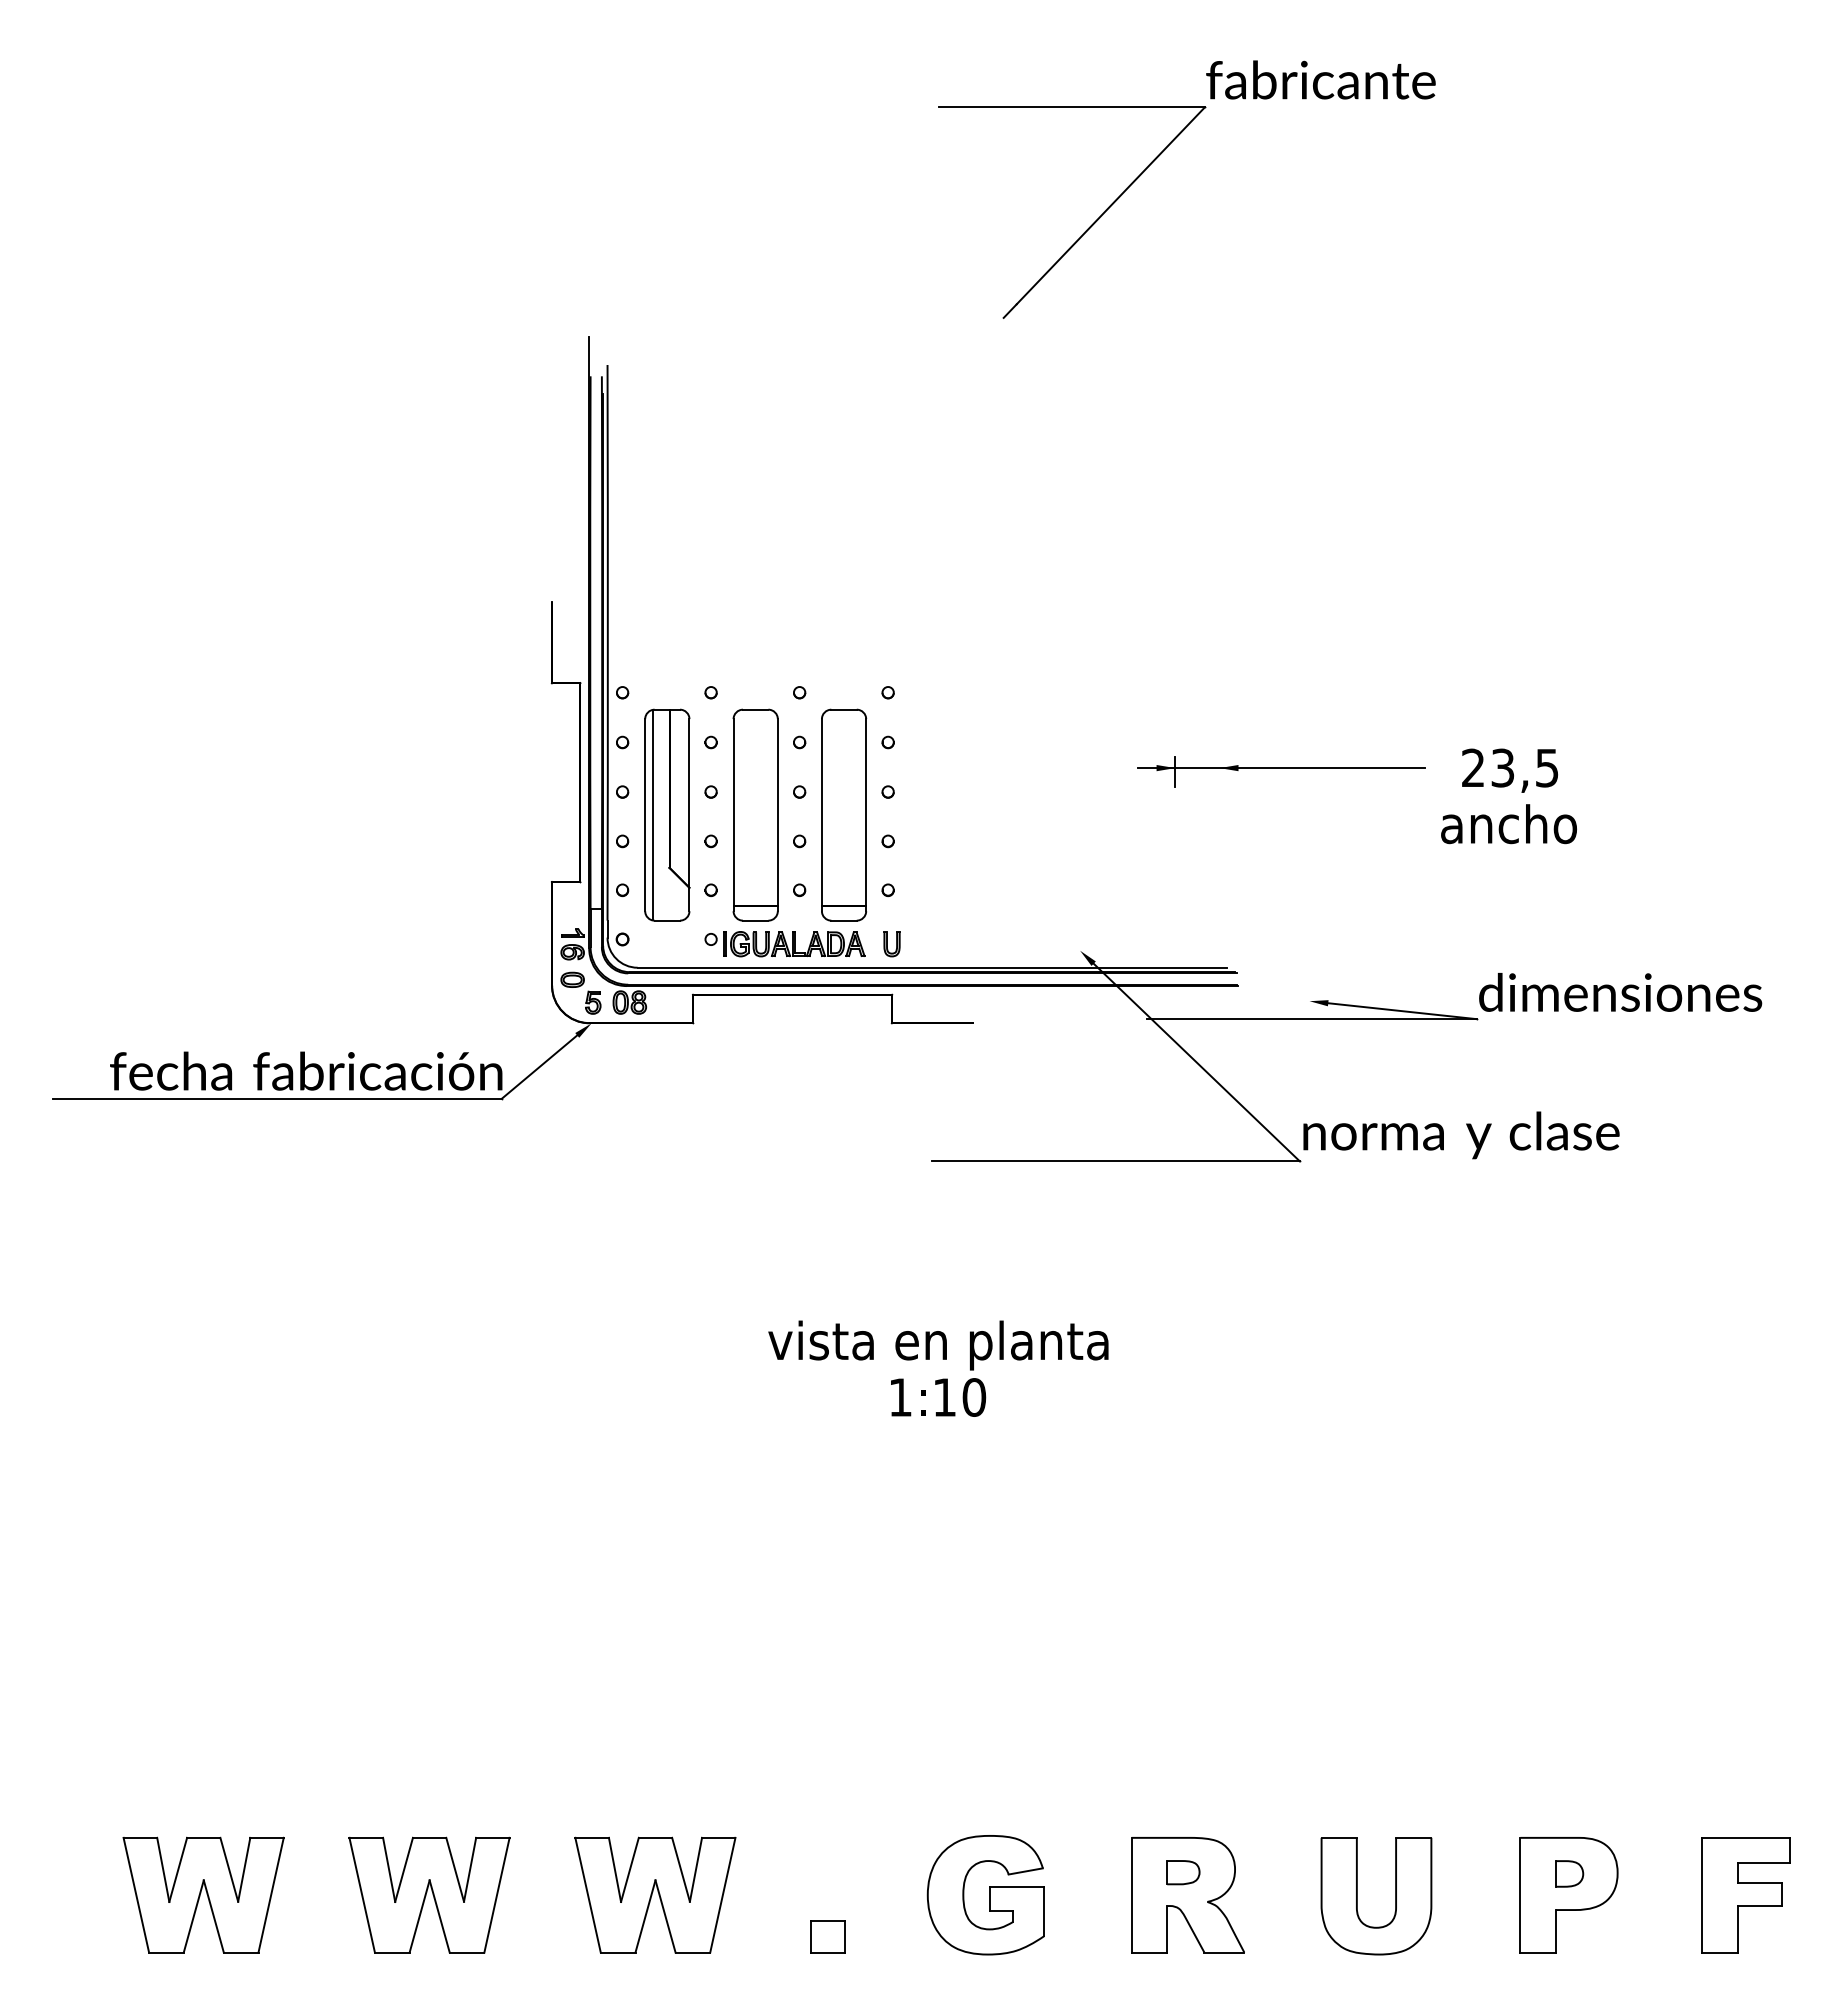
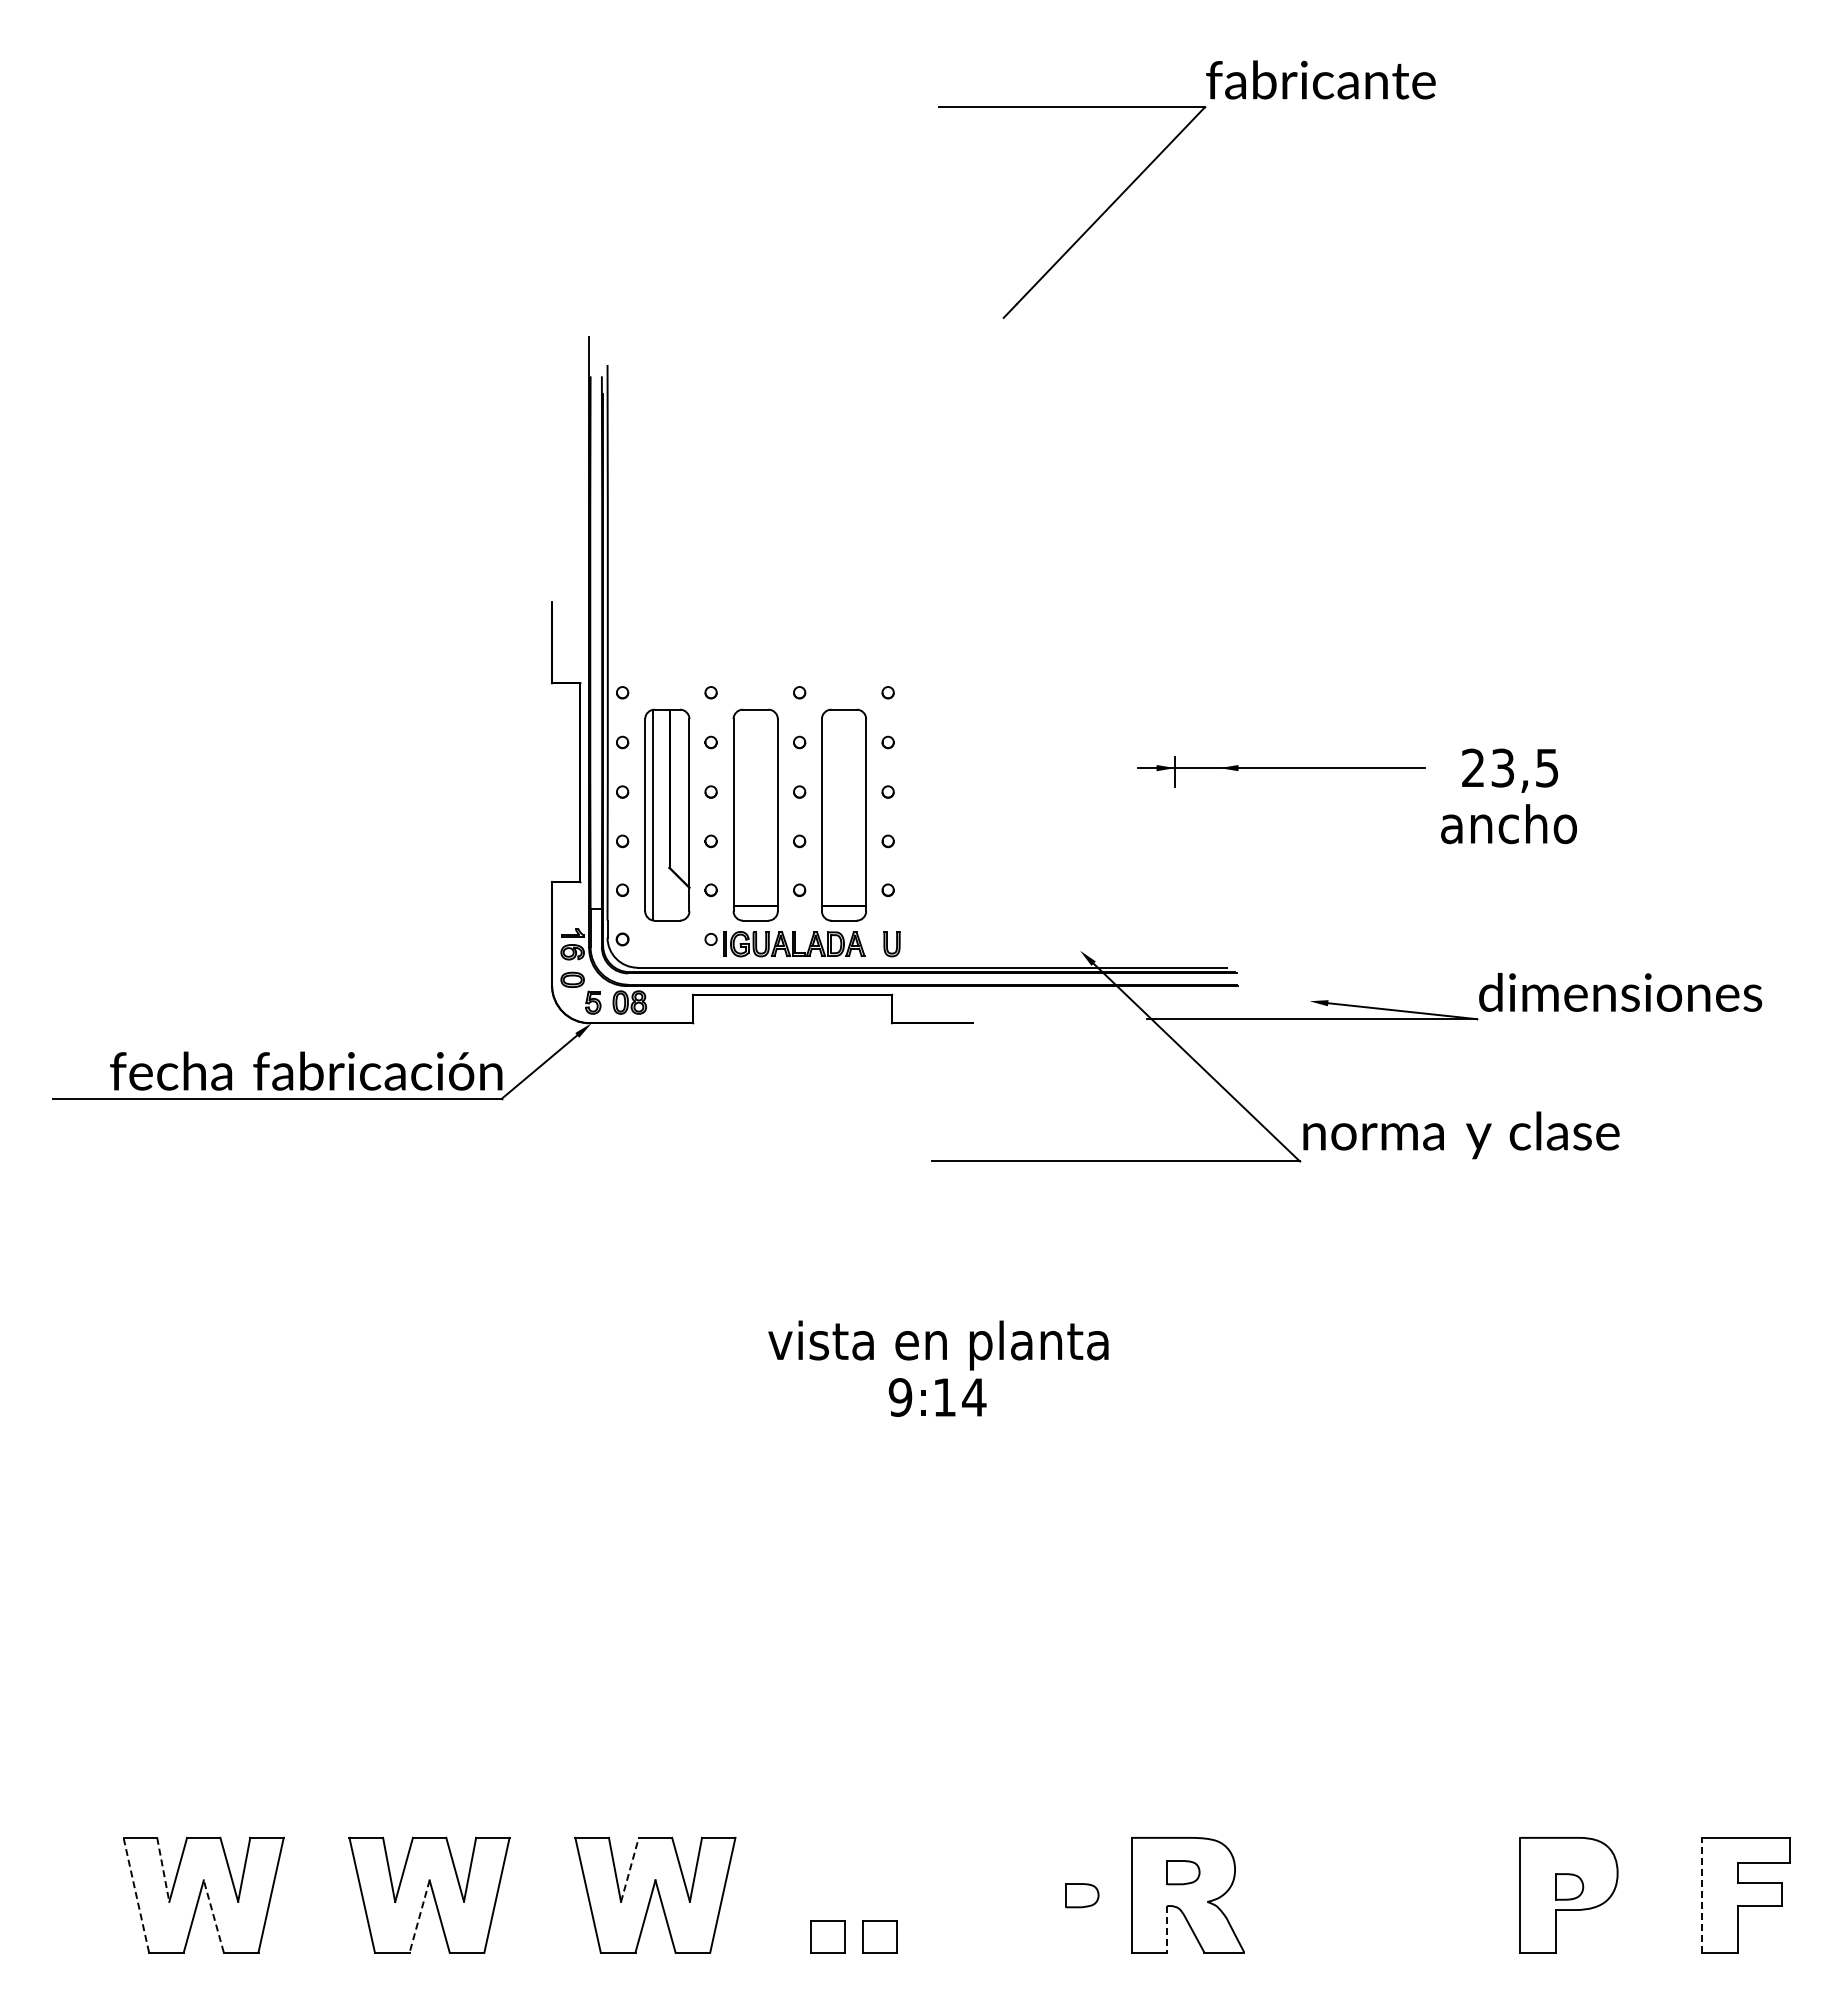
text at (900, 1397): 1 -> 9
text at (974, 1397): 10 -> 14
line at (163, 1869): solid -> dashed
line at (630, 1869): solid -> dashed
part at (1569, 1873) position: (1569, 1873) -> (1569, 1886)
line at (1702, 1894): solid -> dashed
line at (136, 1895): solid -> dashed
part at (985, 1895): present -> none
part at (1082, 1895): none -> present
part at (1357, 1896): present -> none
line at (213, 1915): solid -> dashed
line at (419, 1916): solid -> dashed
line at (1167, 1929): solid -> dashed
part at (879, 1936): none -> present
